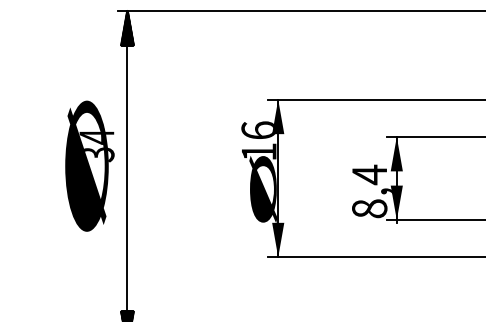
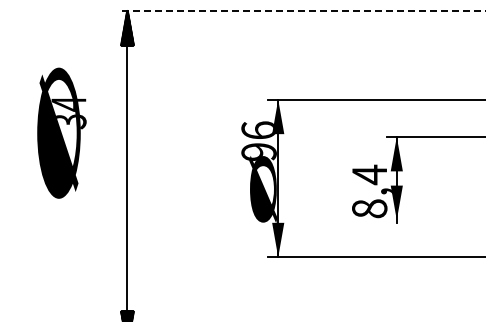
line at (301, 11): solid -> dashed
text at (258, 151): 16 -> 96
text at (89, 165) position: (89, 165) -> (61, 132)
line at (434, 220): present -> none
